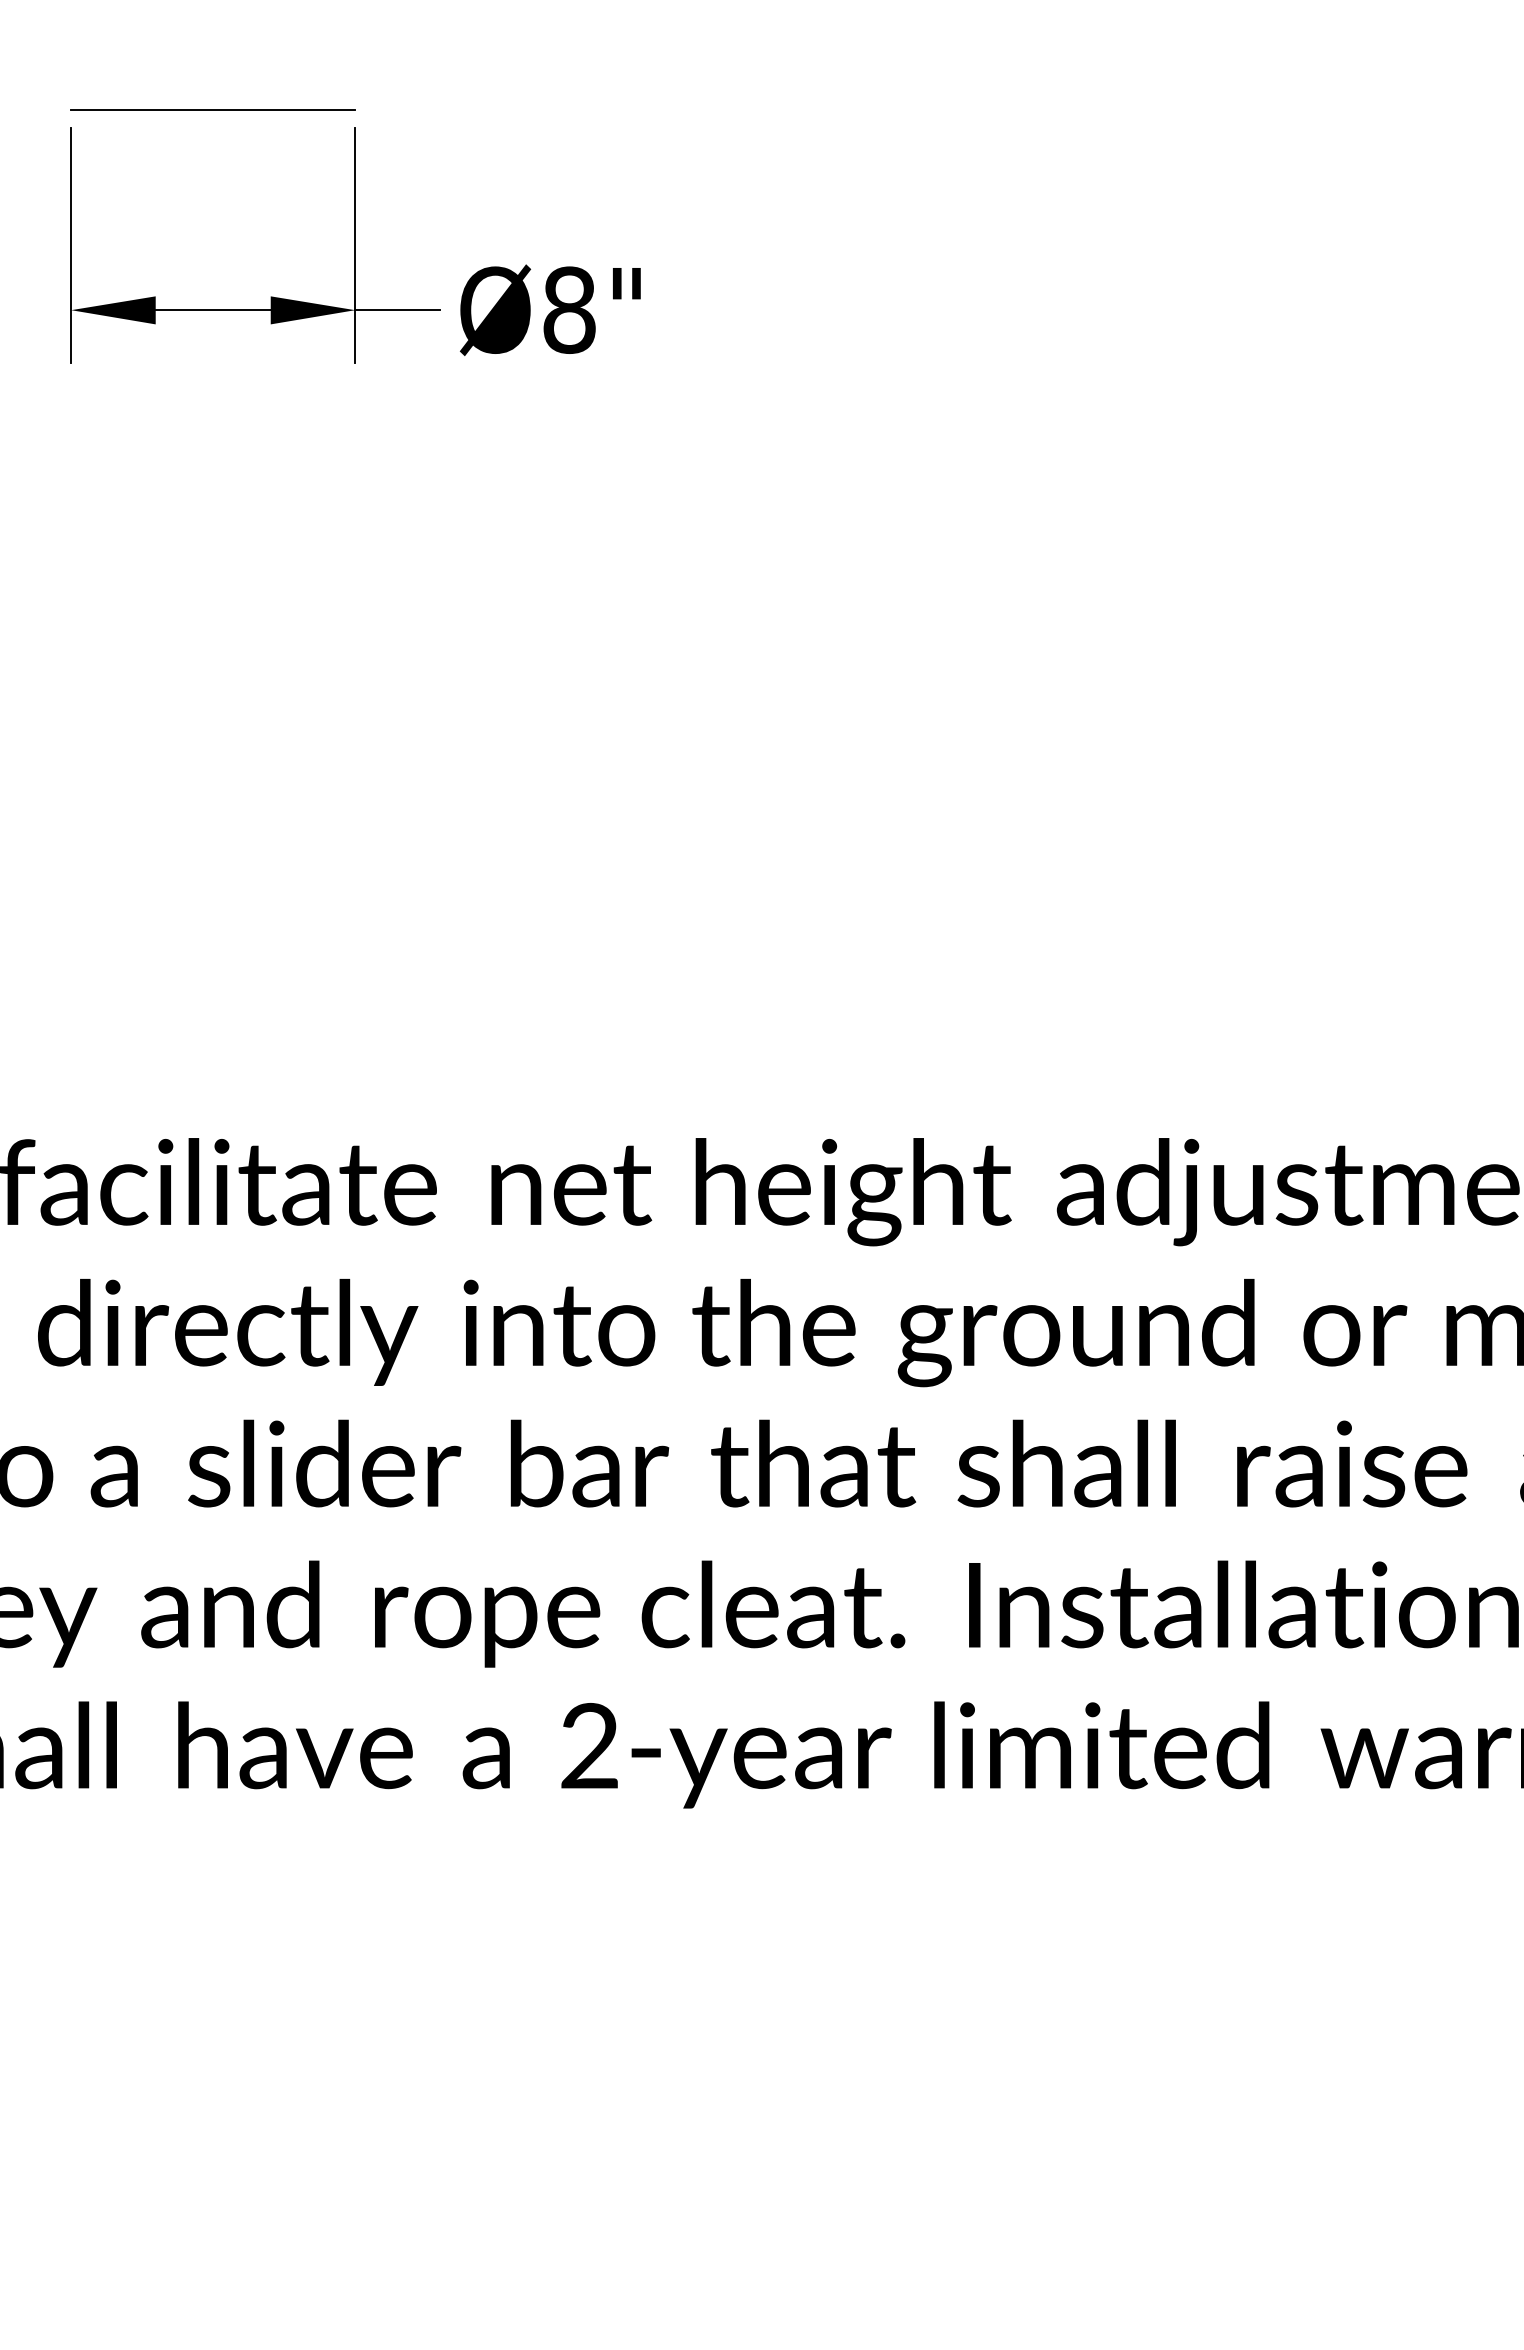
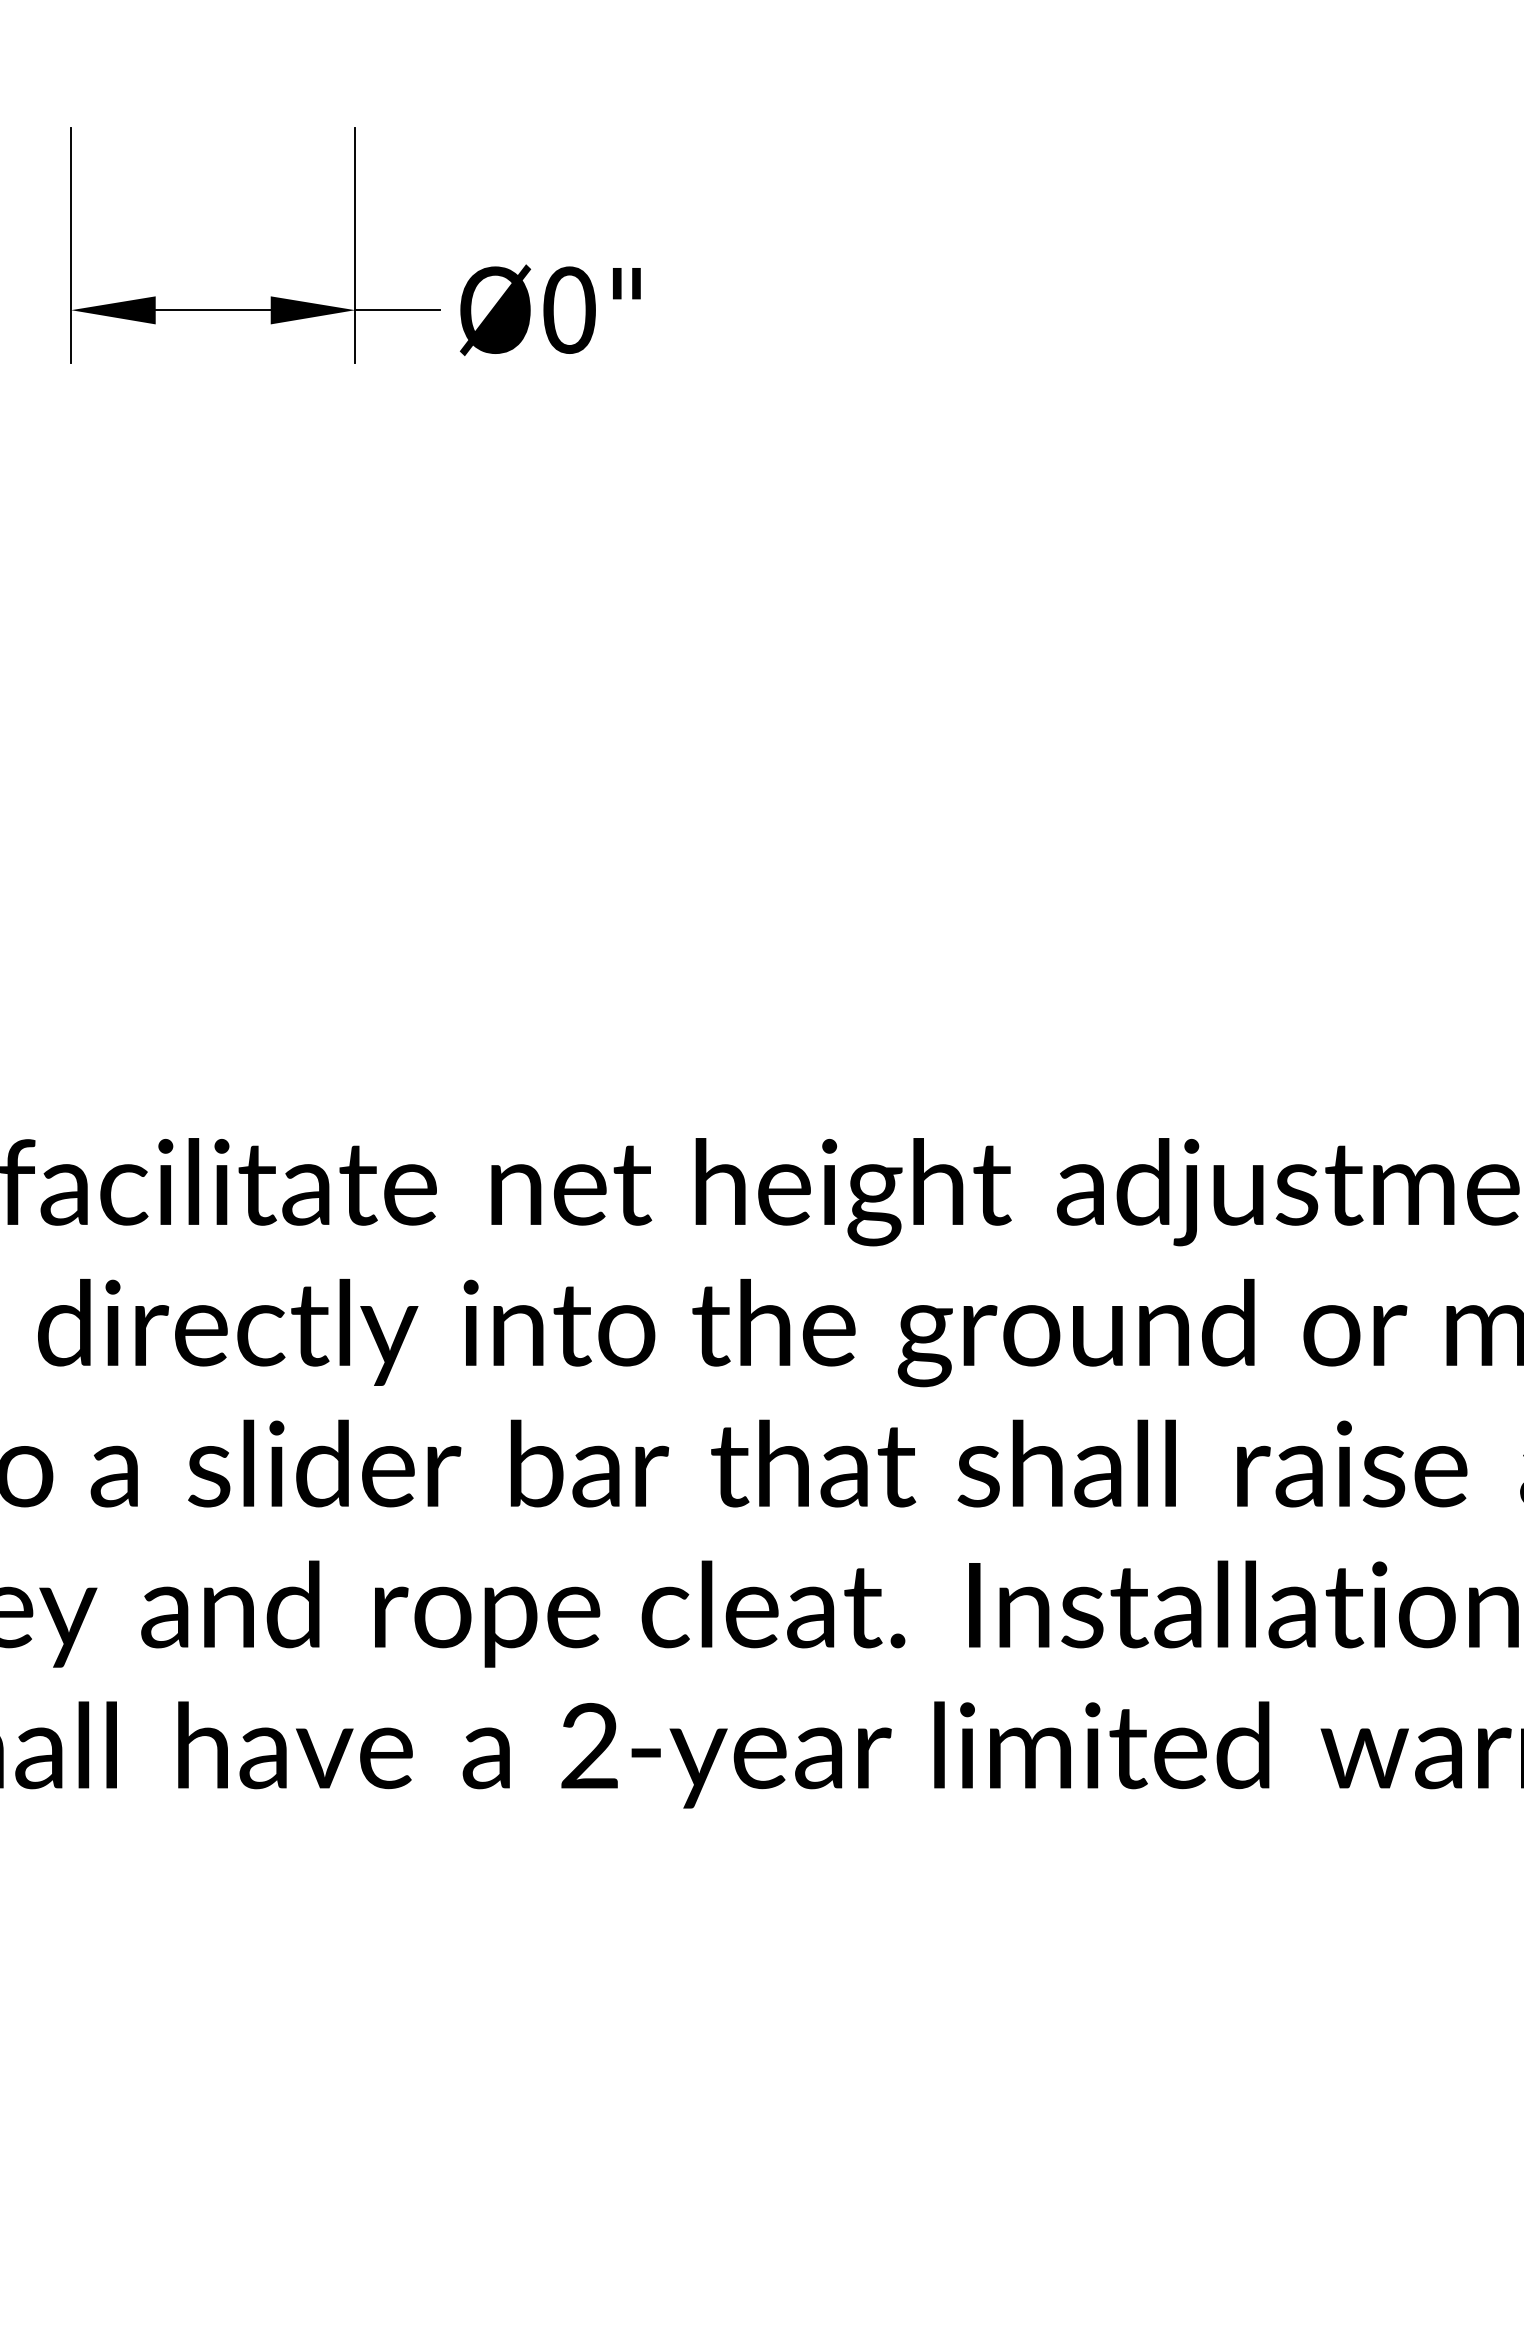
line at (212, 109): present -> none
text at (569, 309): Ø8" -> Ø0"
